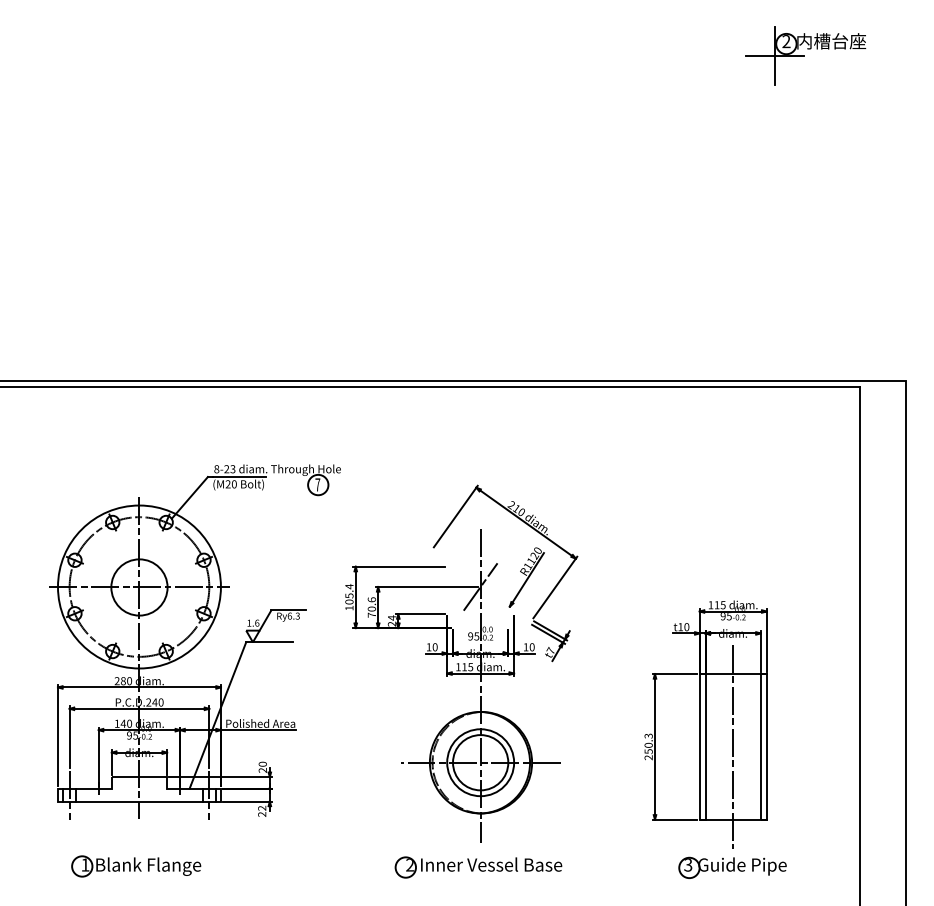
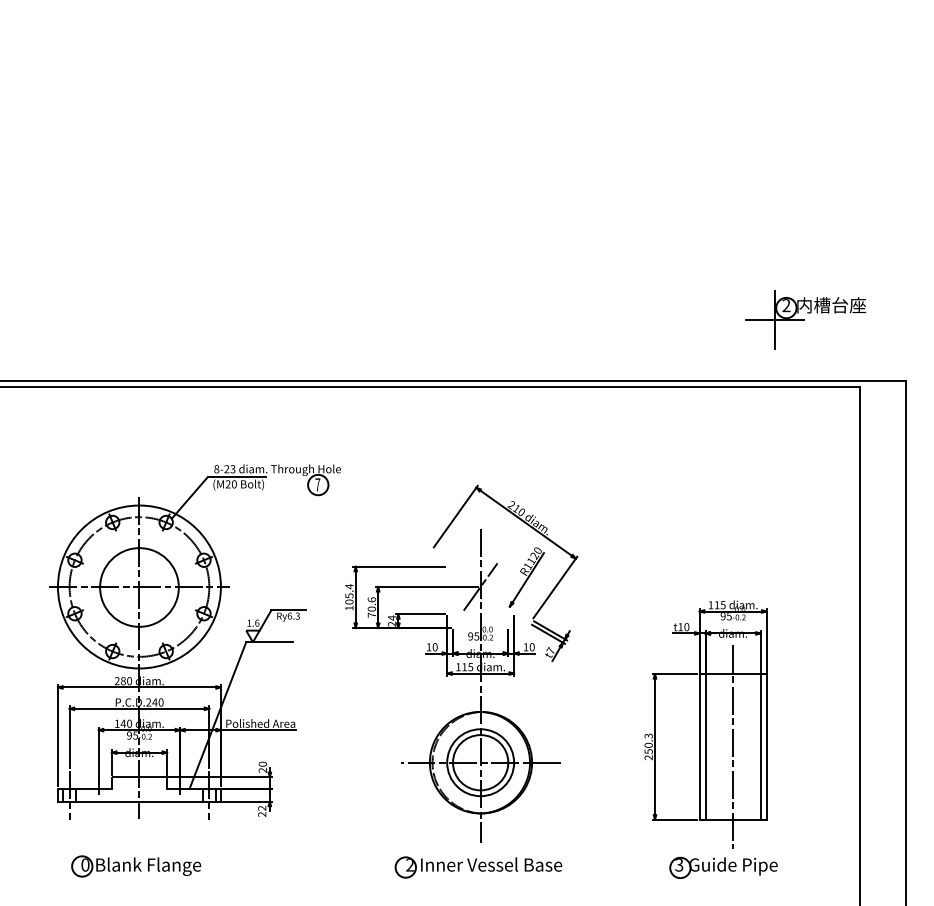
part at (805, 55) position: (805, 55) -> (805, 319)
circle at (139, 587) diameter: 56 px -> 79 px
text at (85, 864): 1 -> 0
part at (732, 867) position: (732, 867) -> (723, 867)
